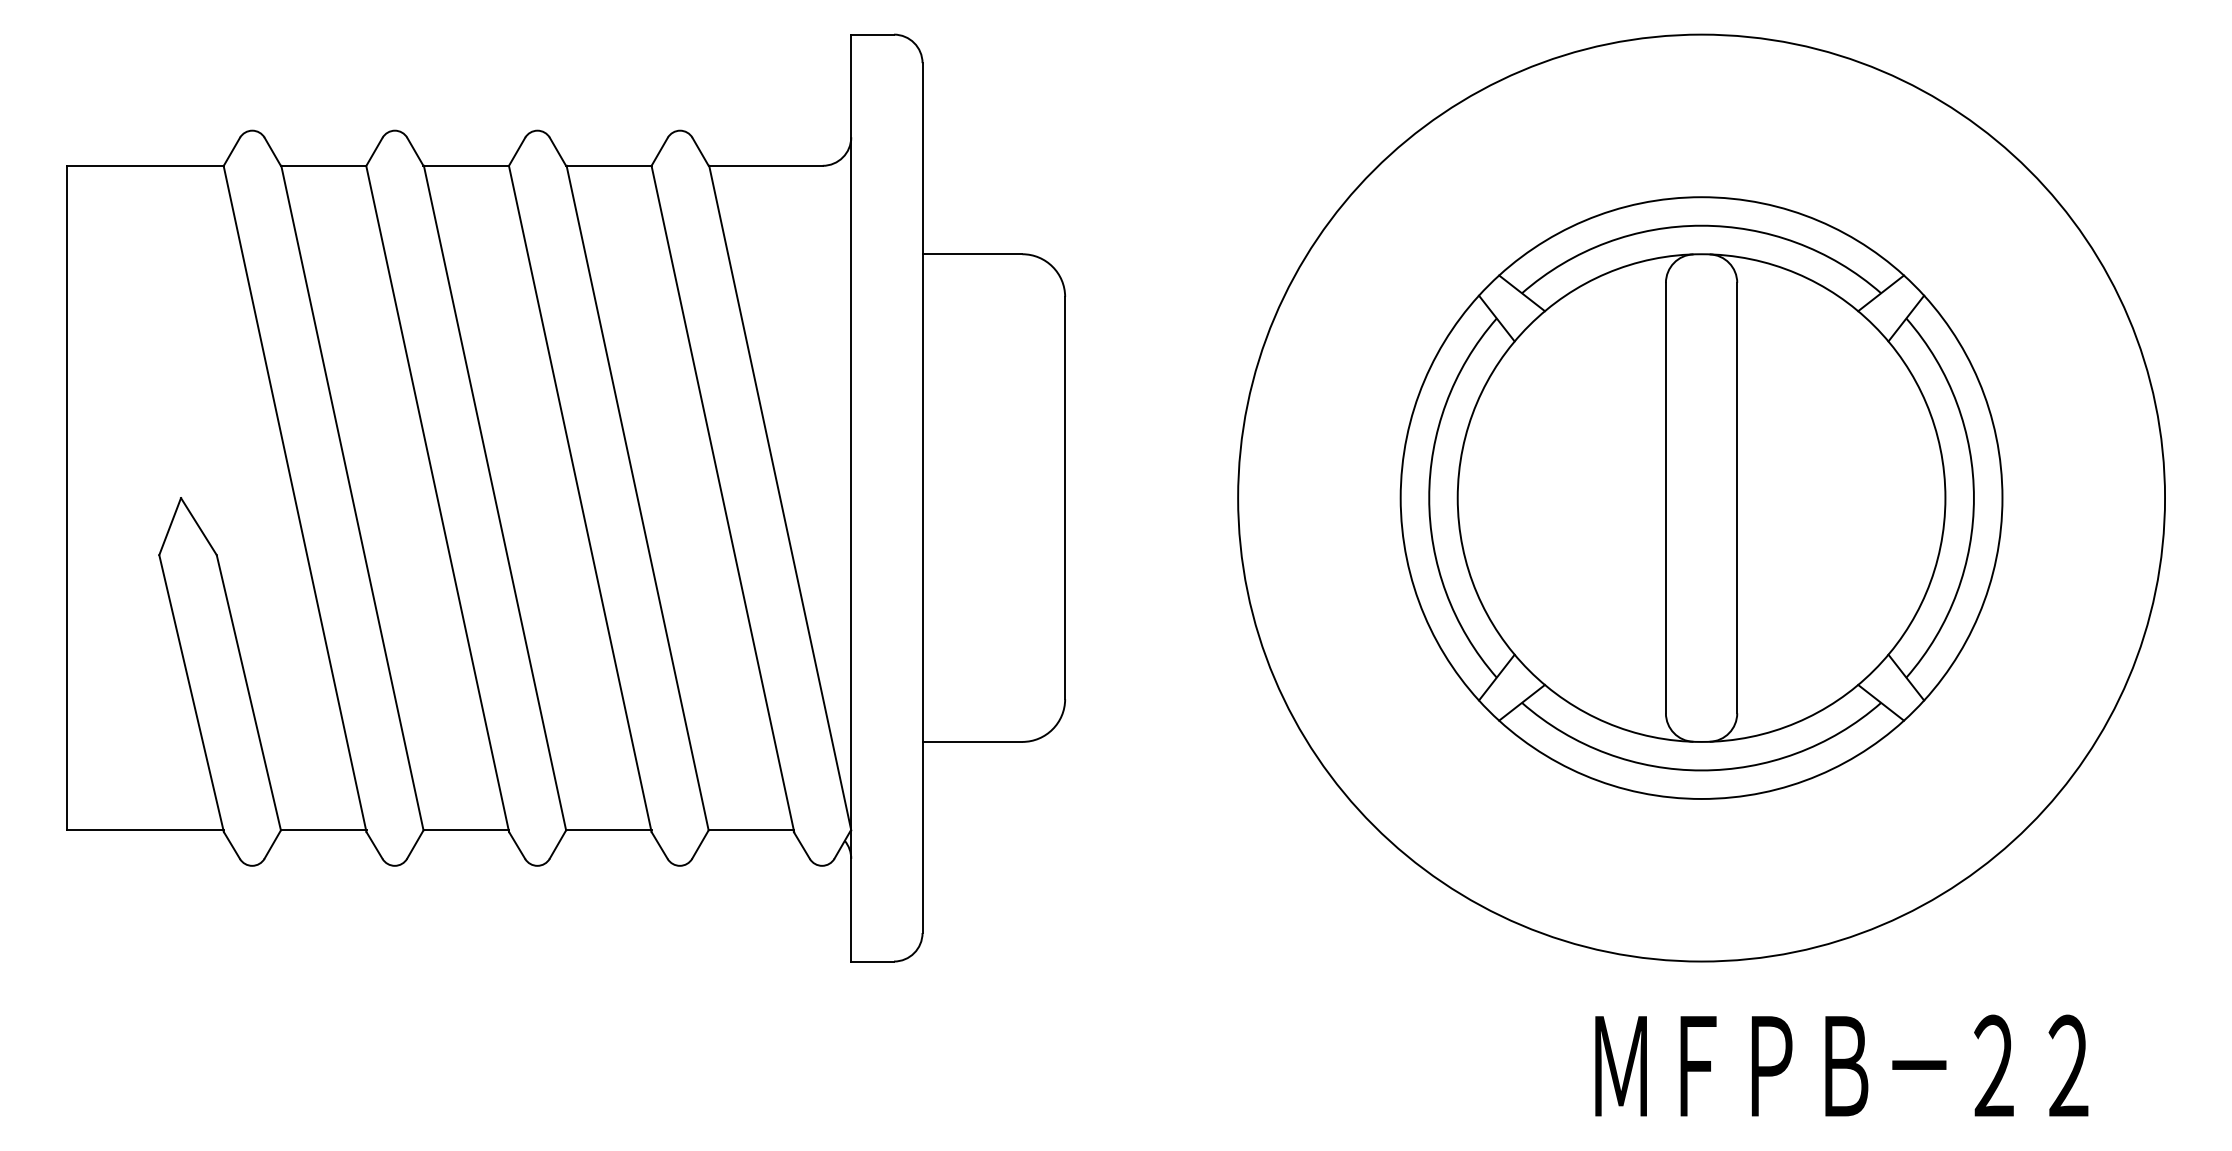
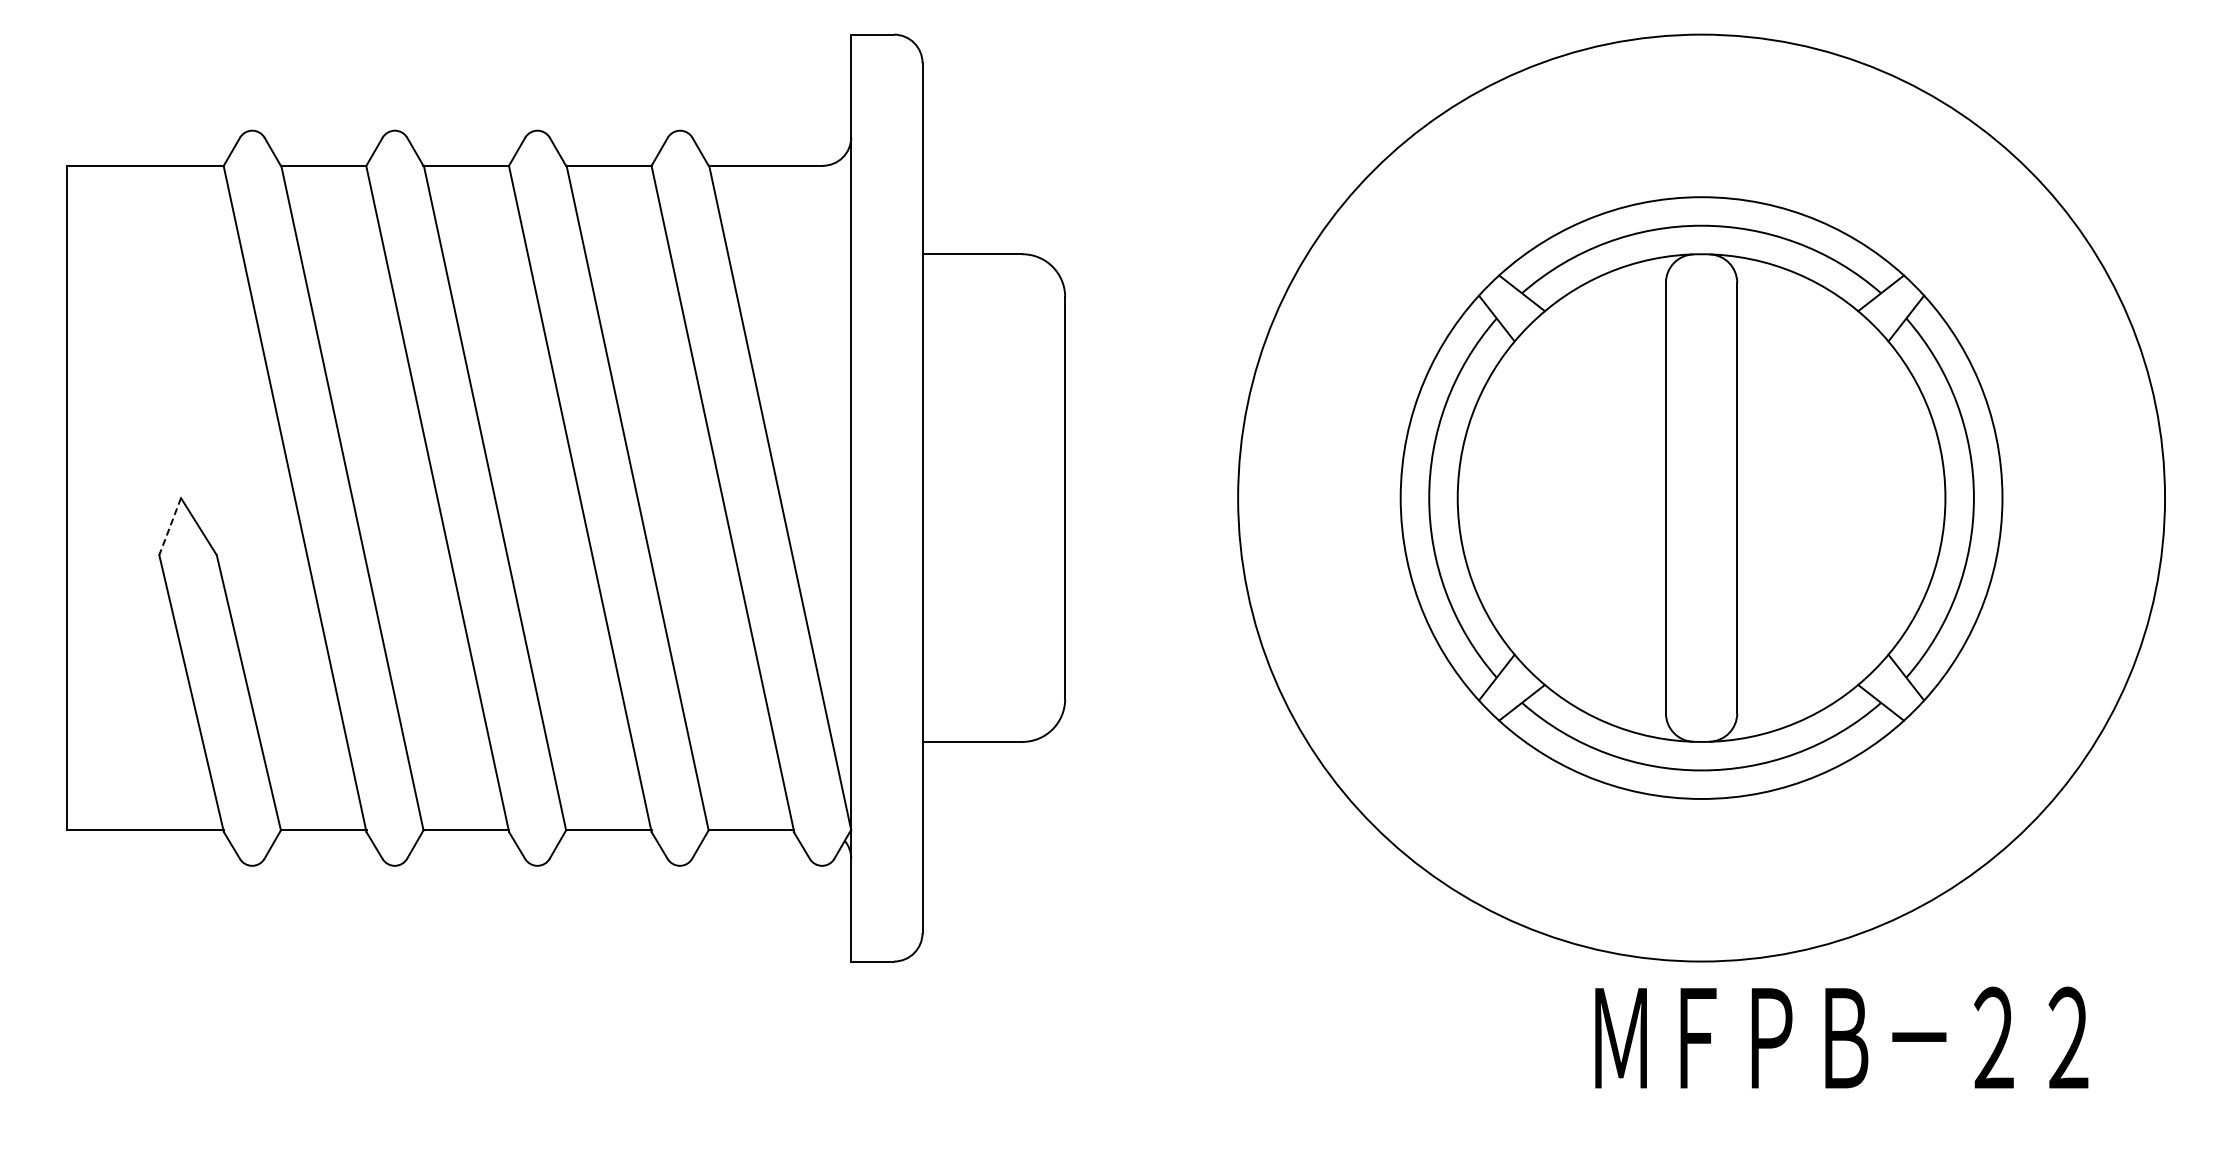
line at (170, 526): solid -> dashed
text at (1841, 1065) position: (1841, 1065) -> (1841, 1037)
